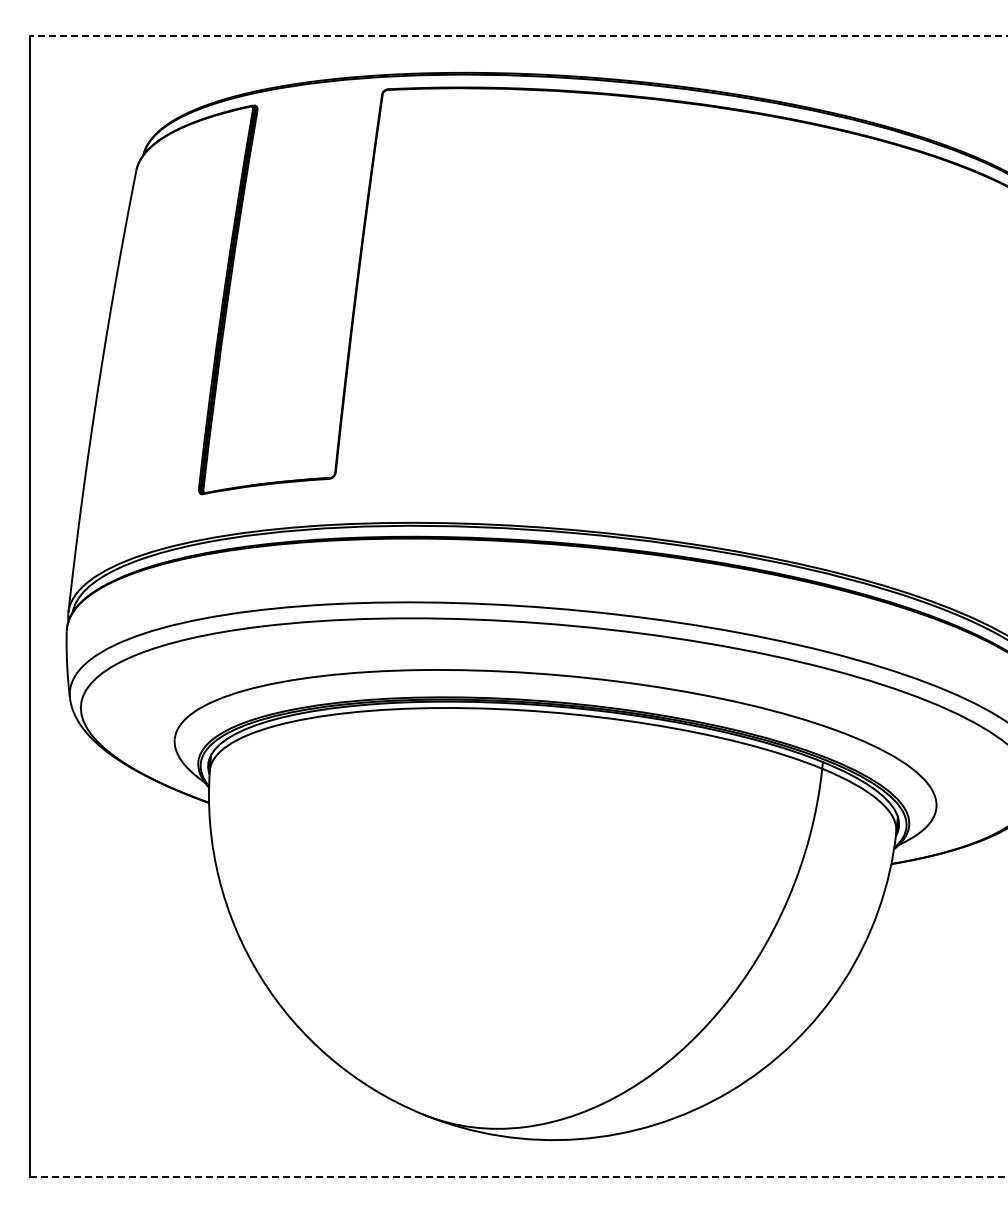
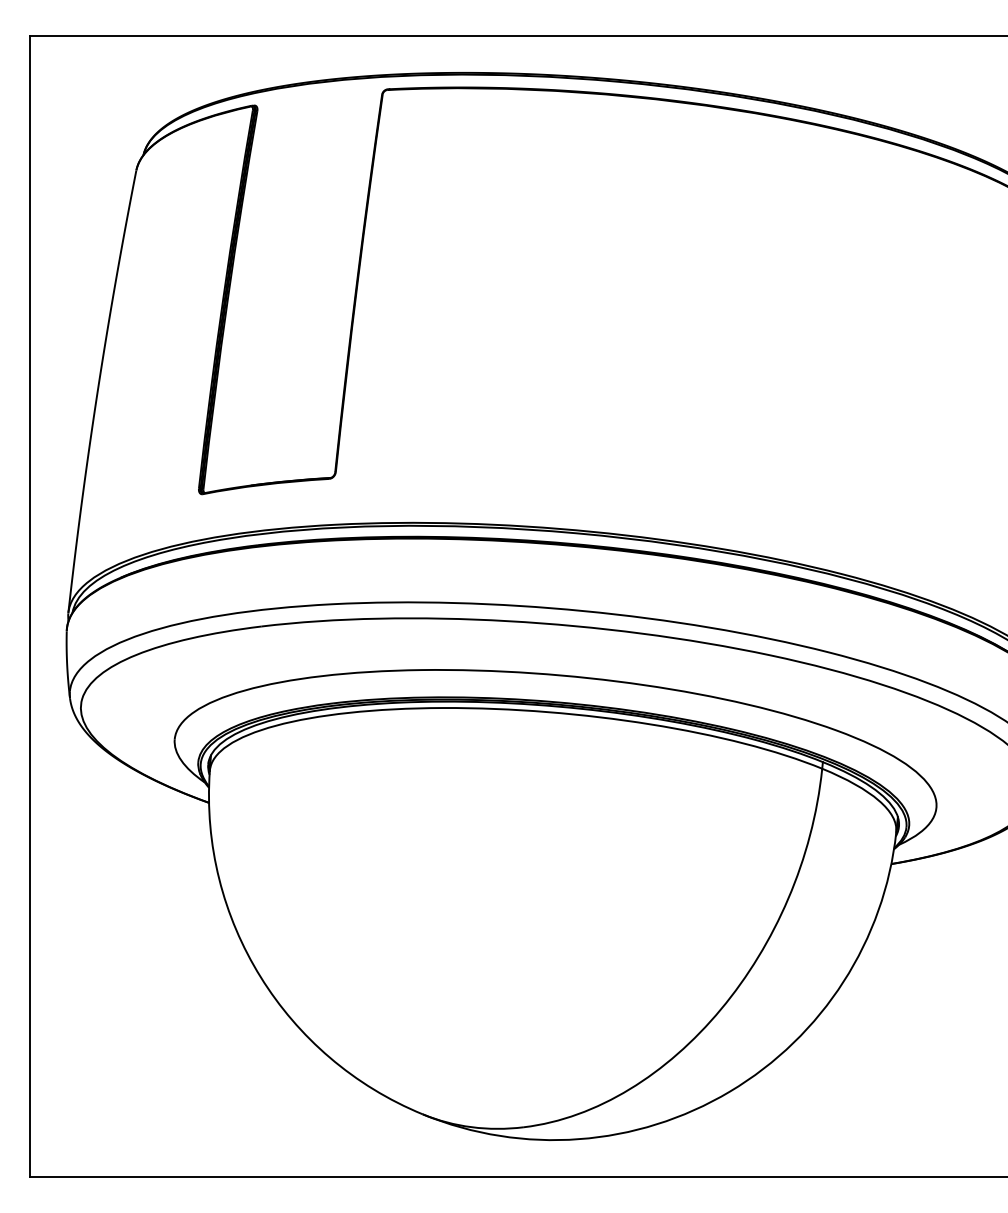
line at (518, 36): dashed -> solid
line at (518, 1176): dashed -> solid
